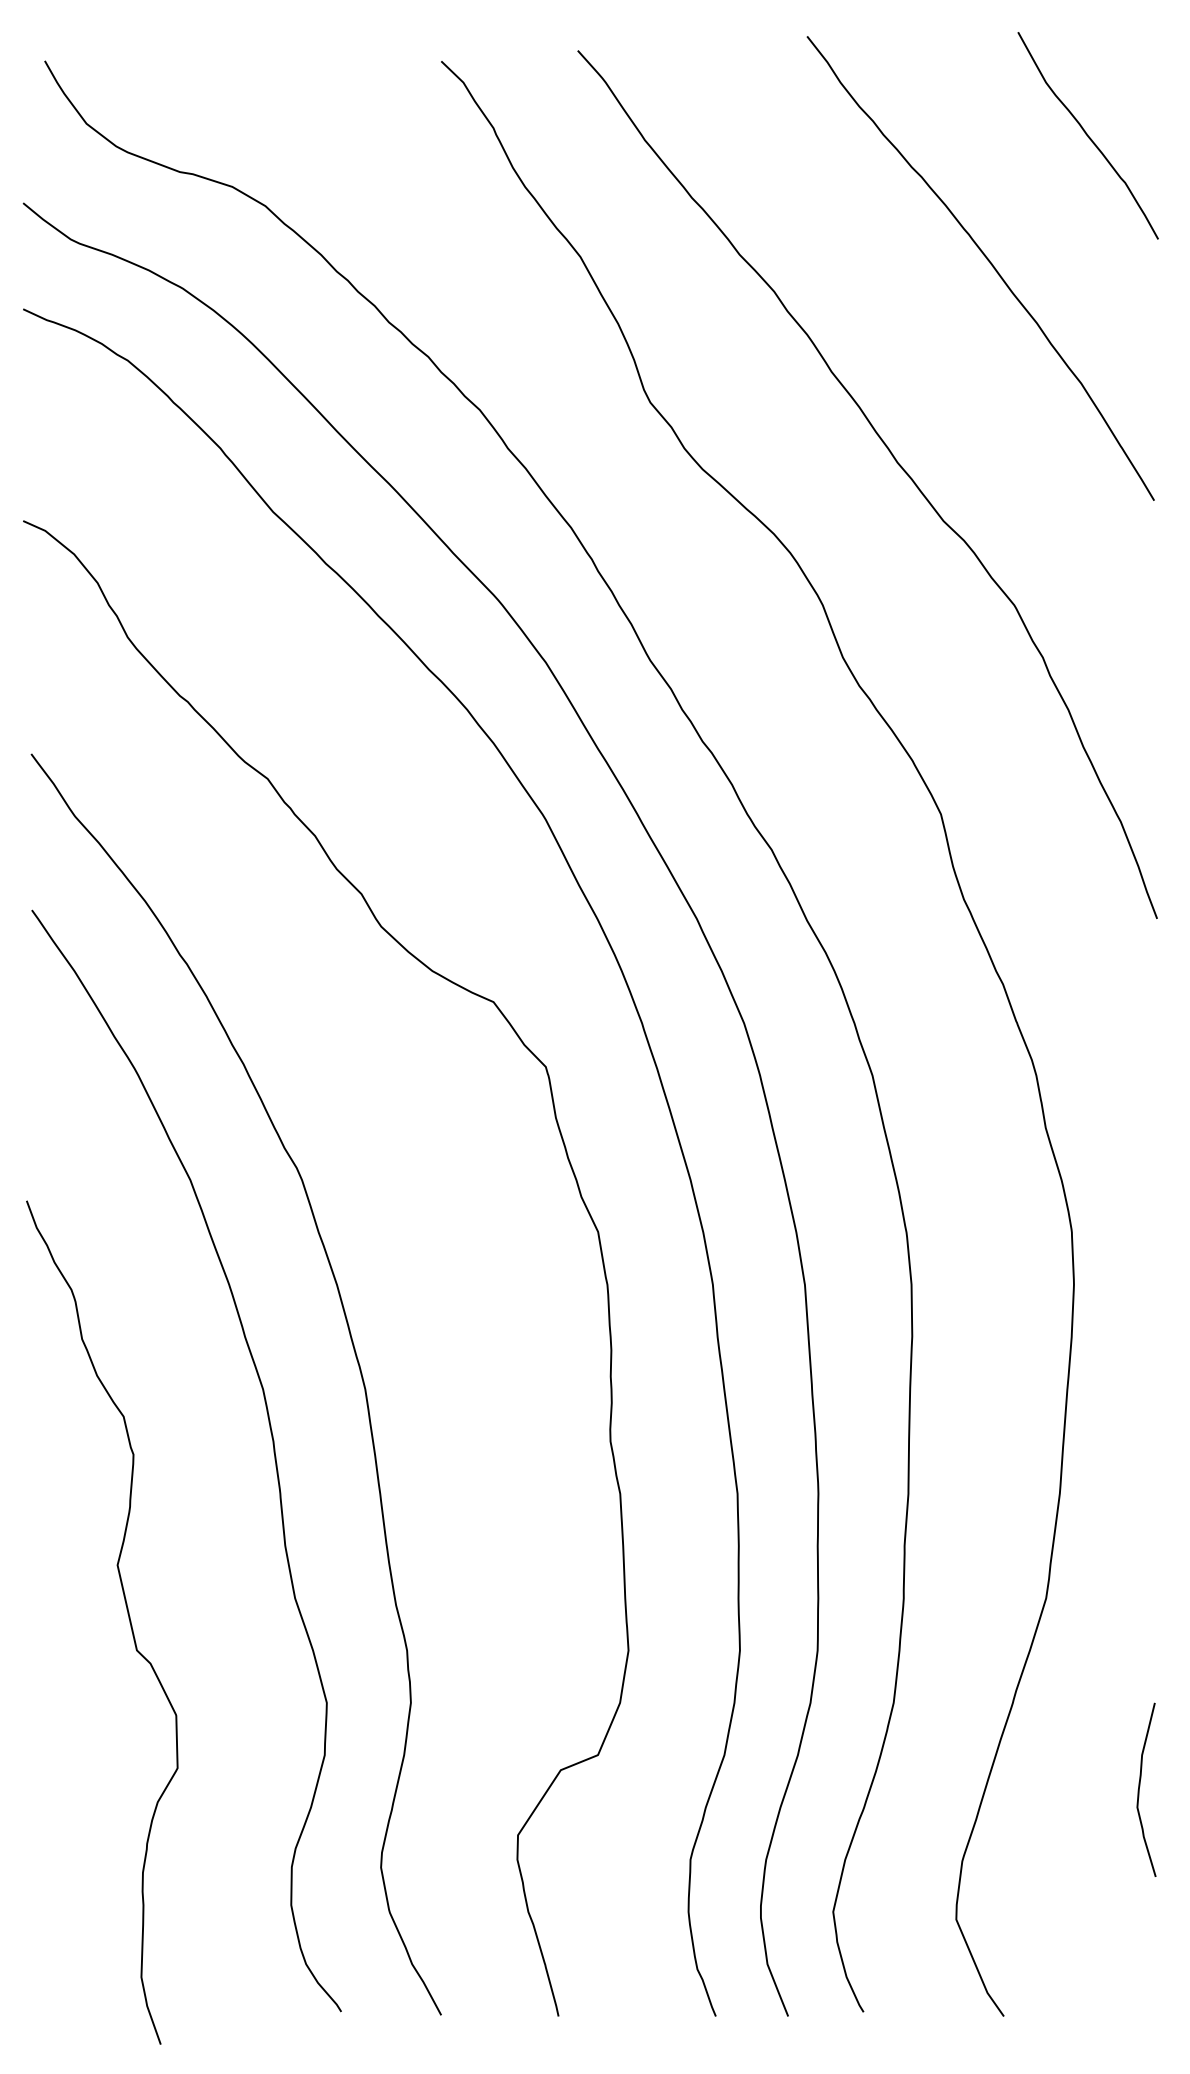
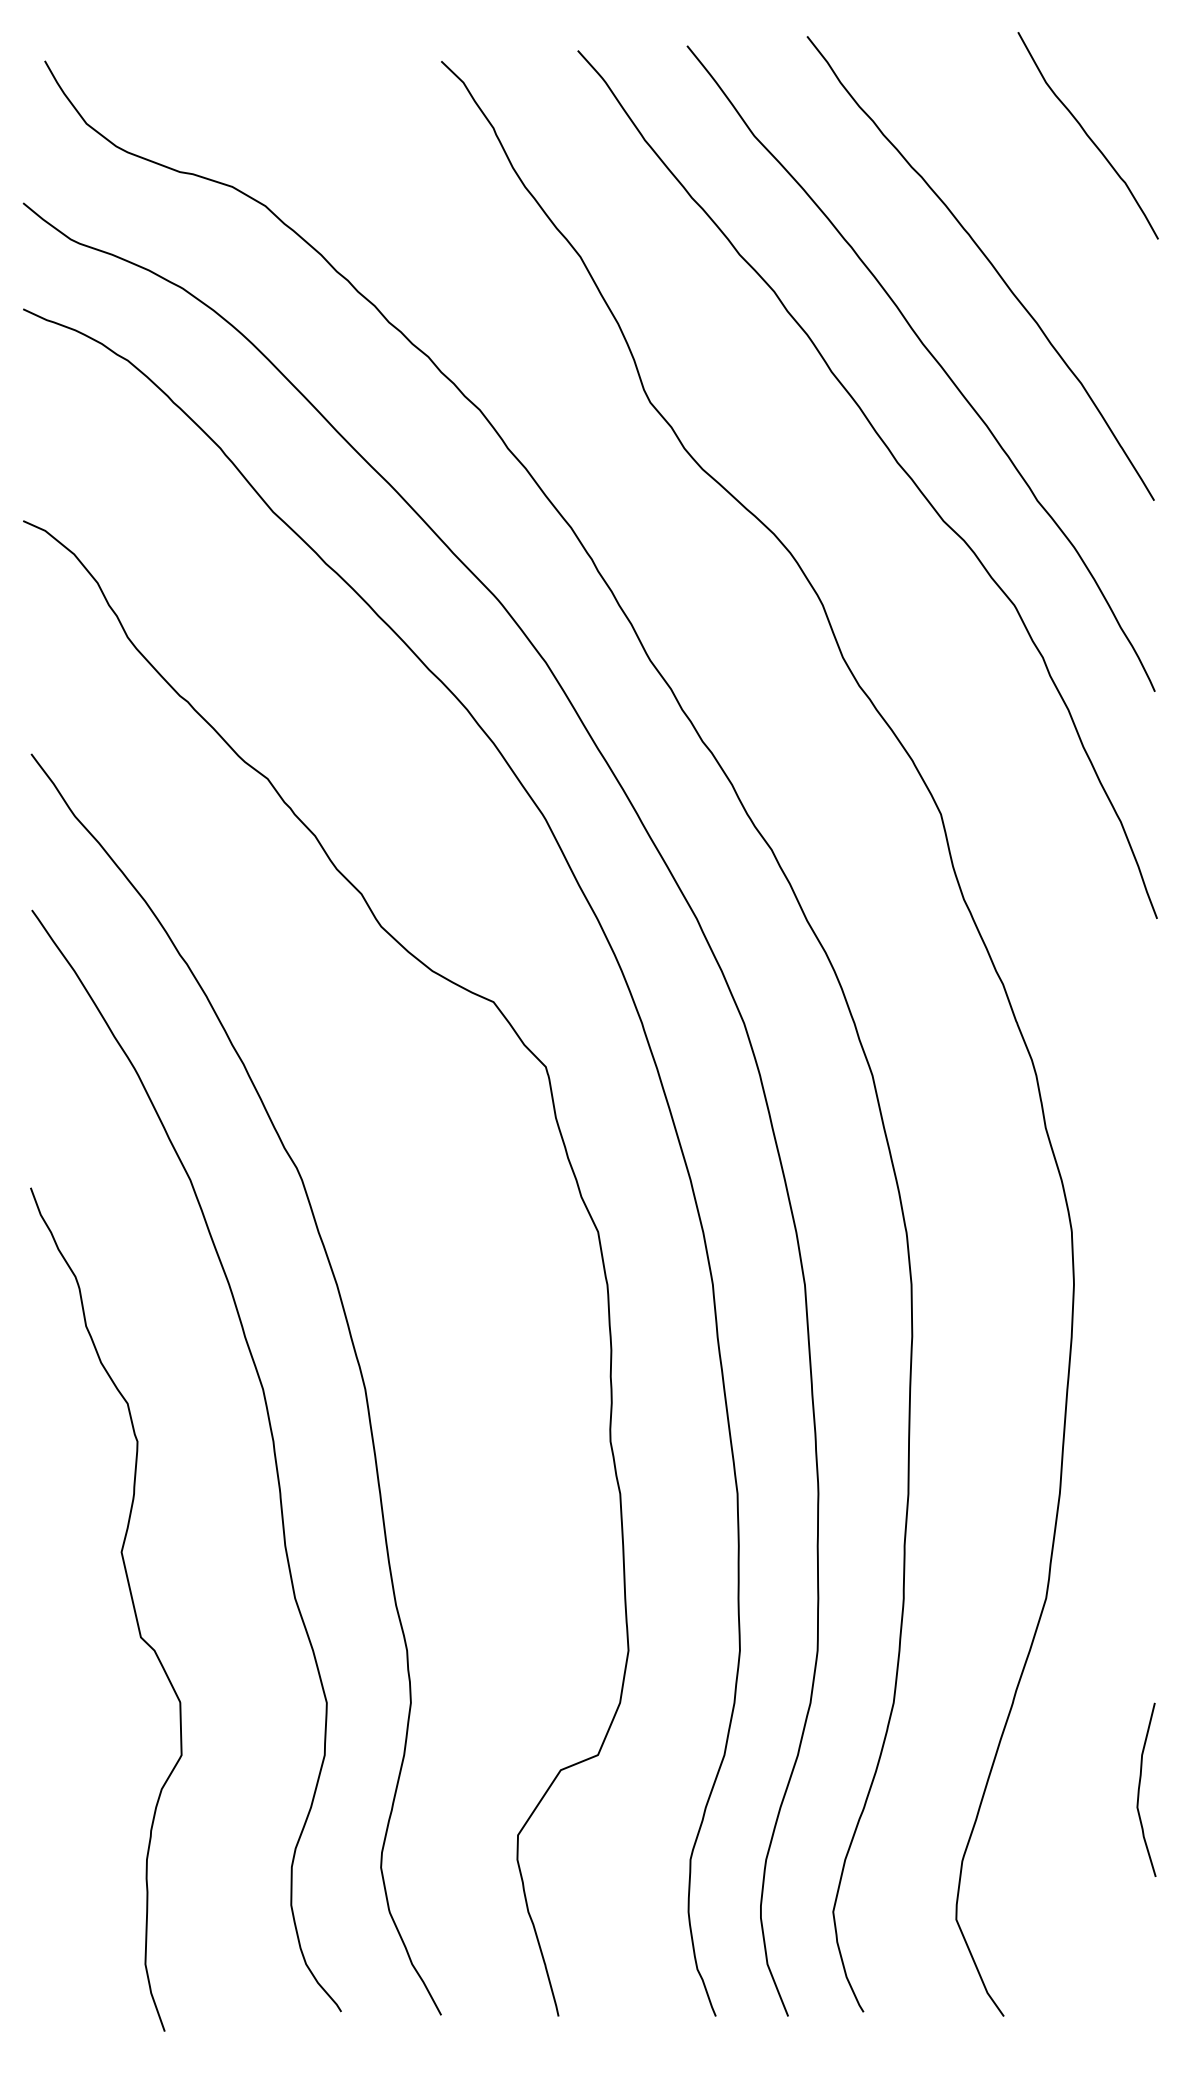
curve at (931, 356): none -> present
curve at (127, 1614) position: (127, 1614) -> (131, 1601)
